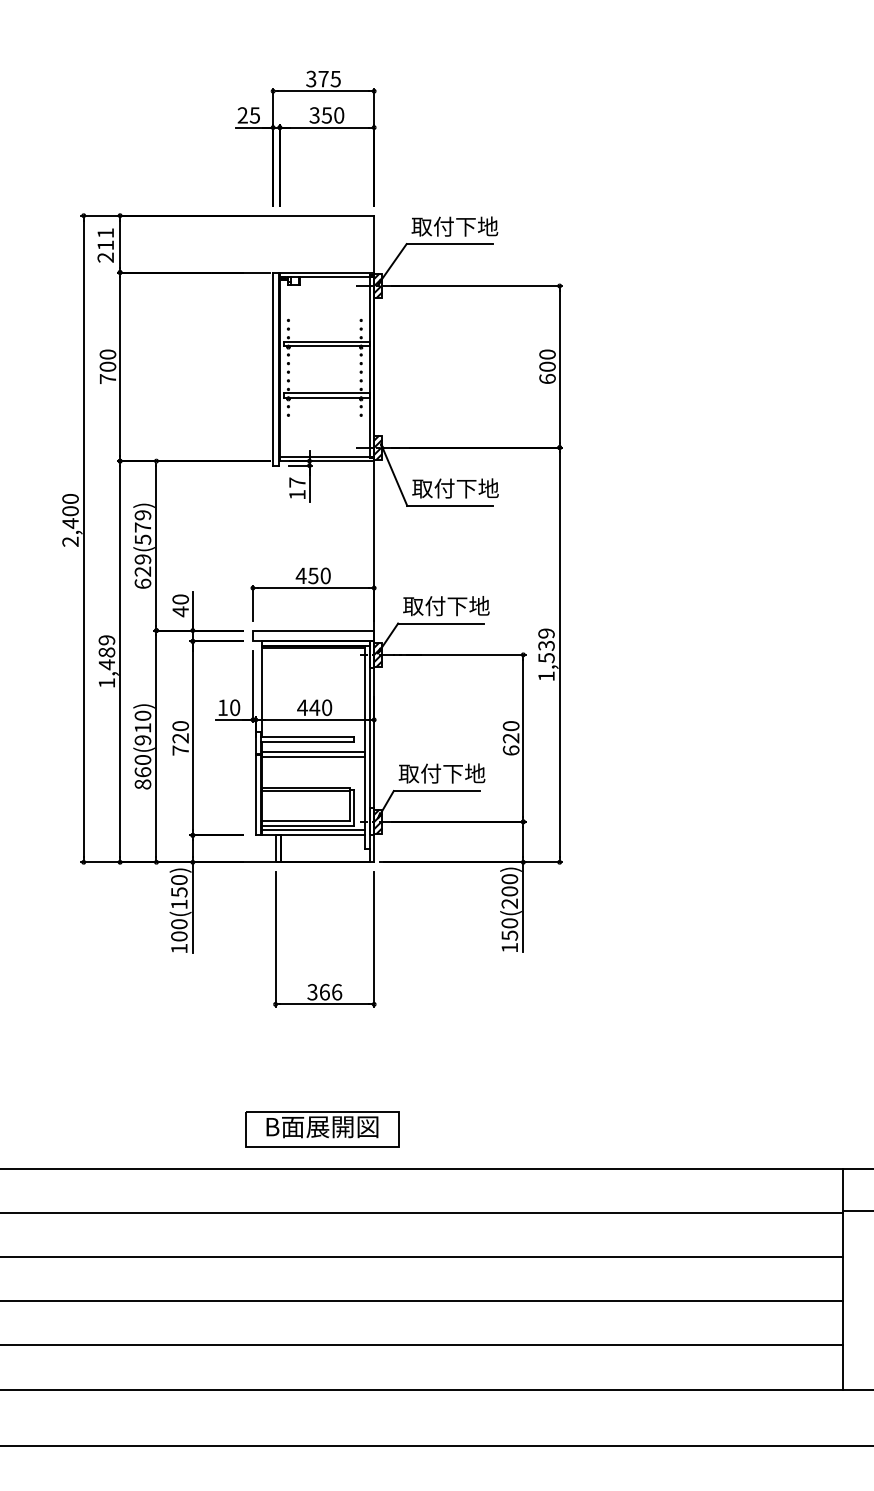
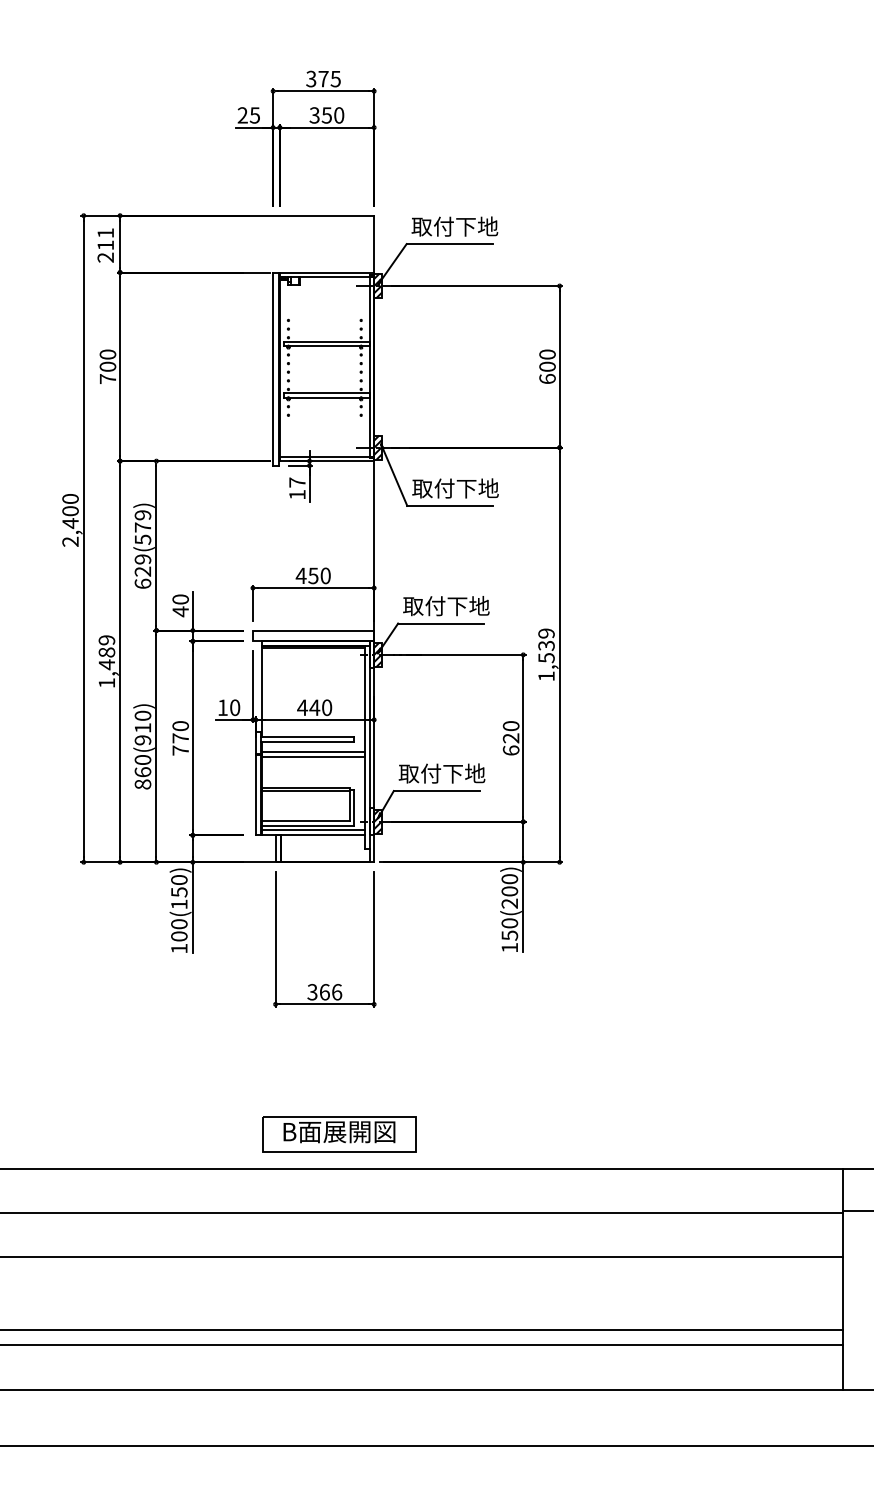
text at (180, 738): 720 -> 770
part at (322, 1129) position: (322, 1129) -> (339, 1134)
line at (422, 1301) position: (422, 1301) -> (422, 1330)
